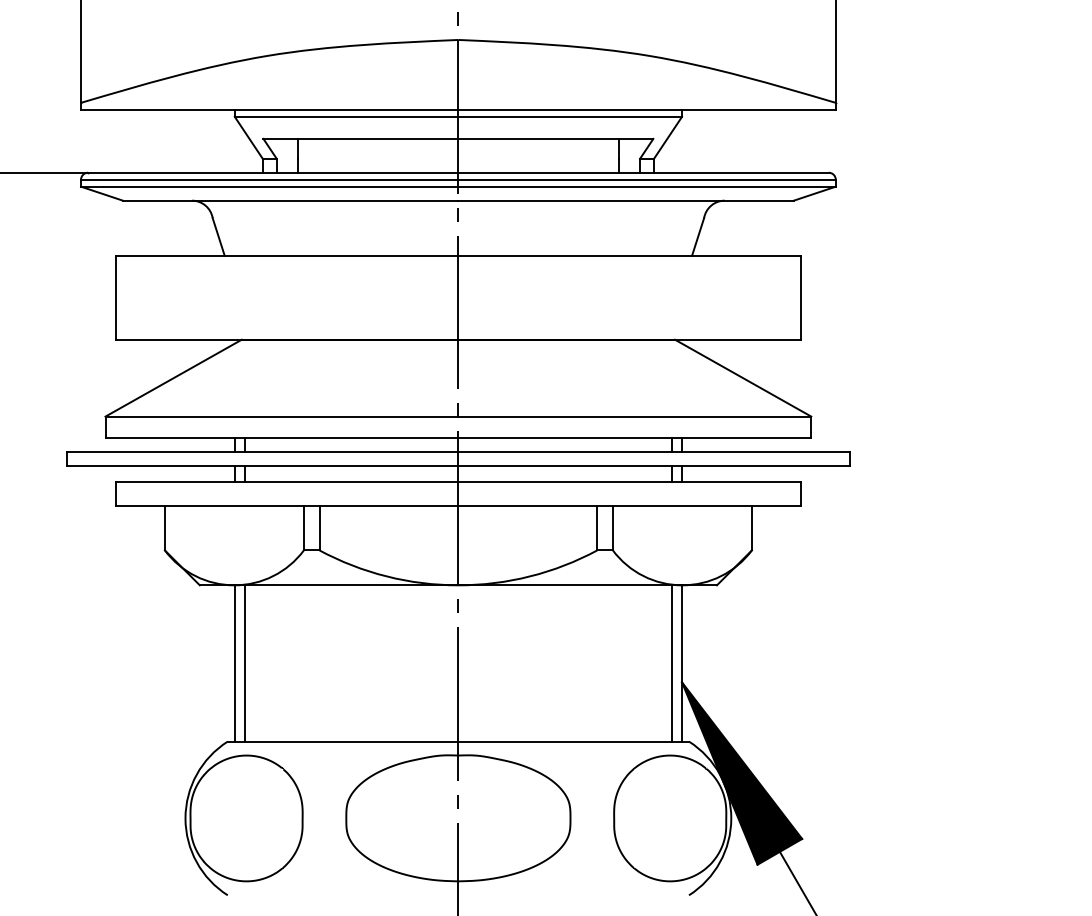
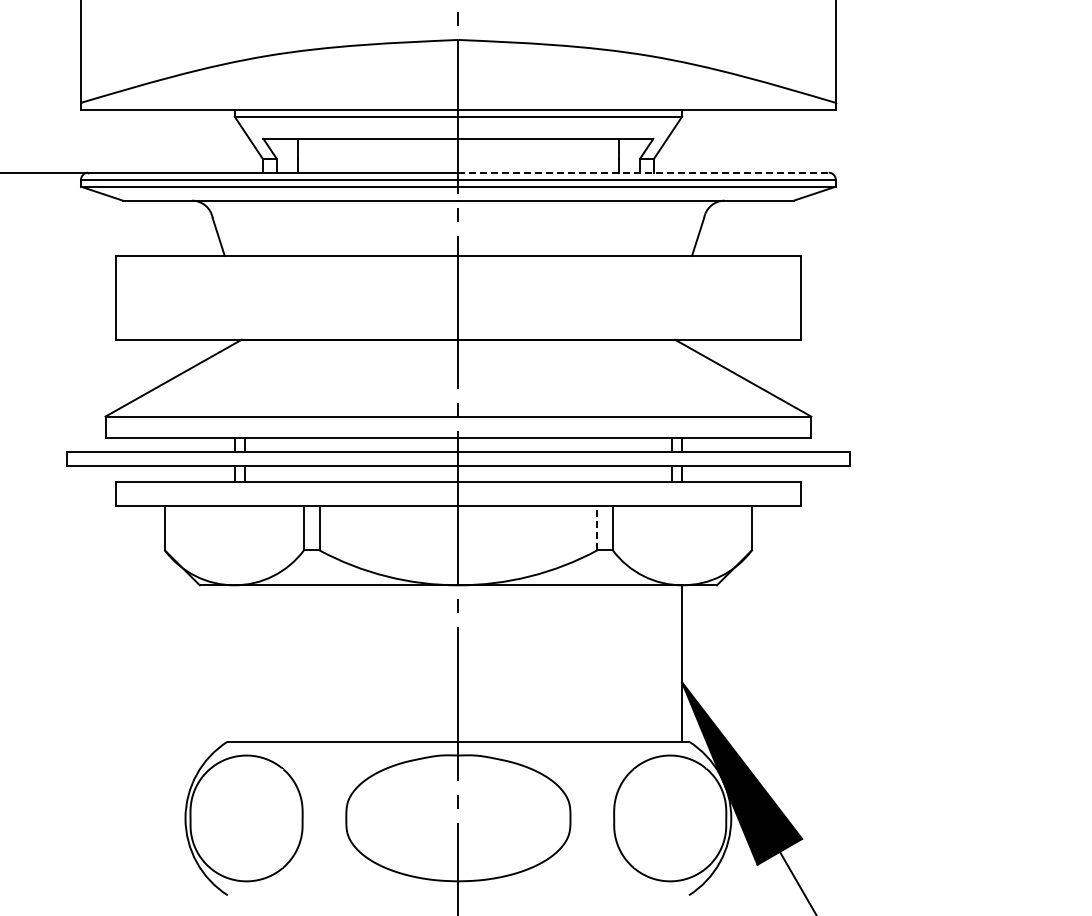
line at (644, 172): solid -> dashed
line at (597, 527): solid -> dashed
line at (234, 663): present -> none
line at (244, 663): present -> none
line at (672, 663): present -> none
